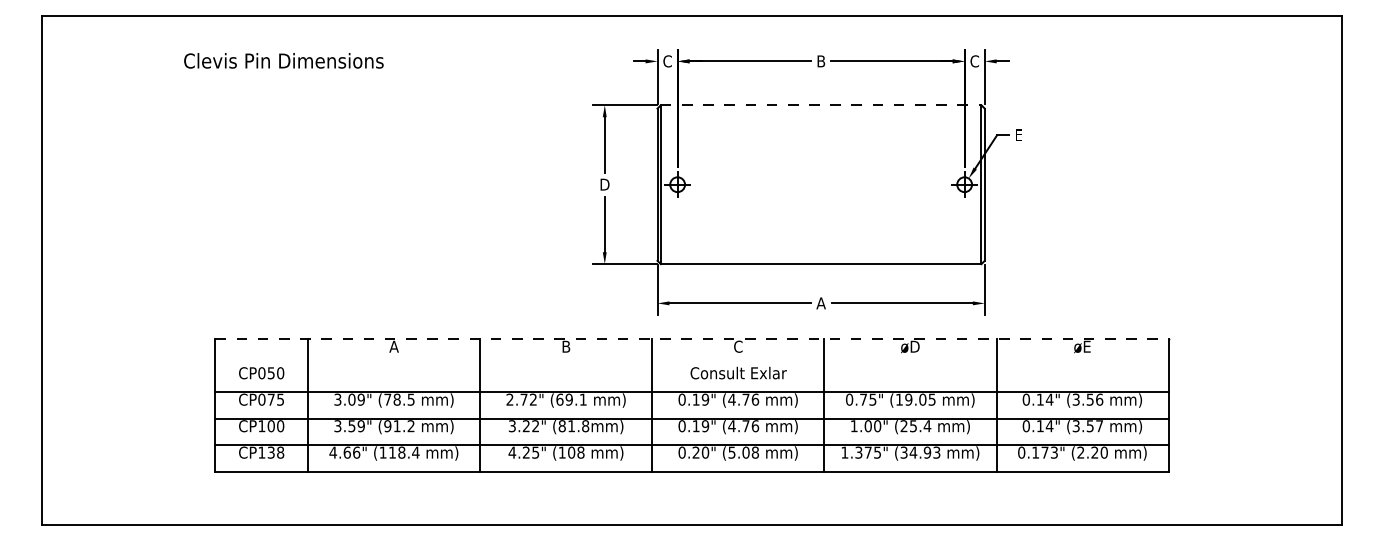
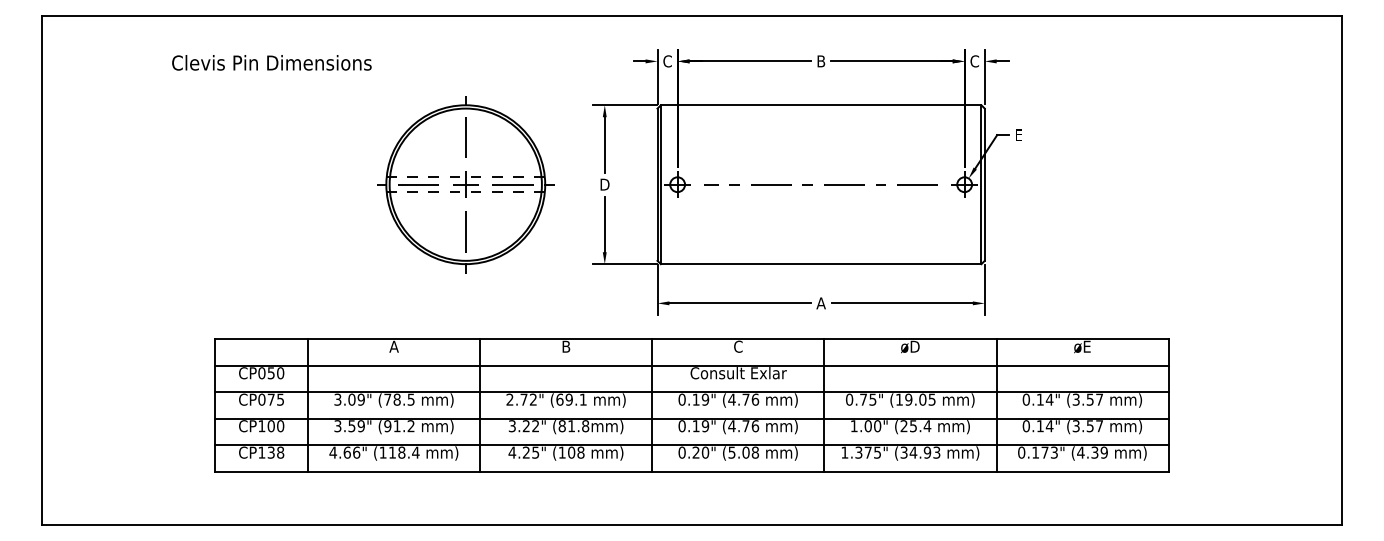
text at (283, 60) position: (283, 60) -> (271, 62)
line at (821, 105): dashed -> solid
part at (465, 184): none -> present
line at (824, 184): none -> present
line at (692, 339): dashed -> solid
line at (691, 365): none -> present
text at (1099, 399): (3.56 -> (3.57
text at (1092, 452): (2.20 -> (4.39
